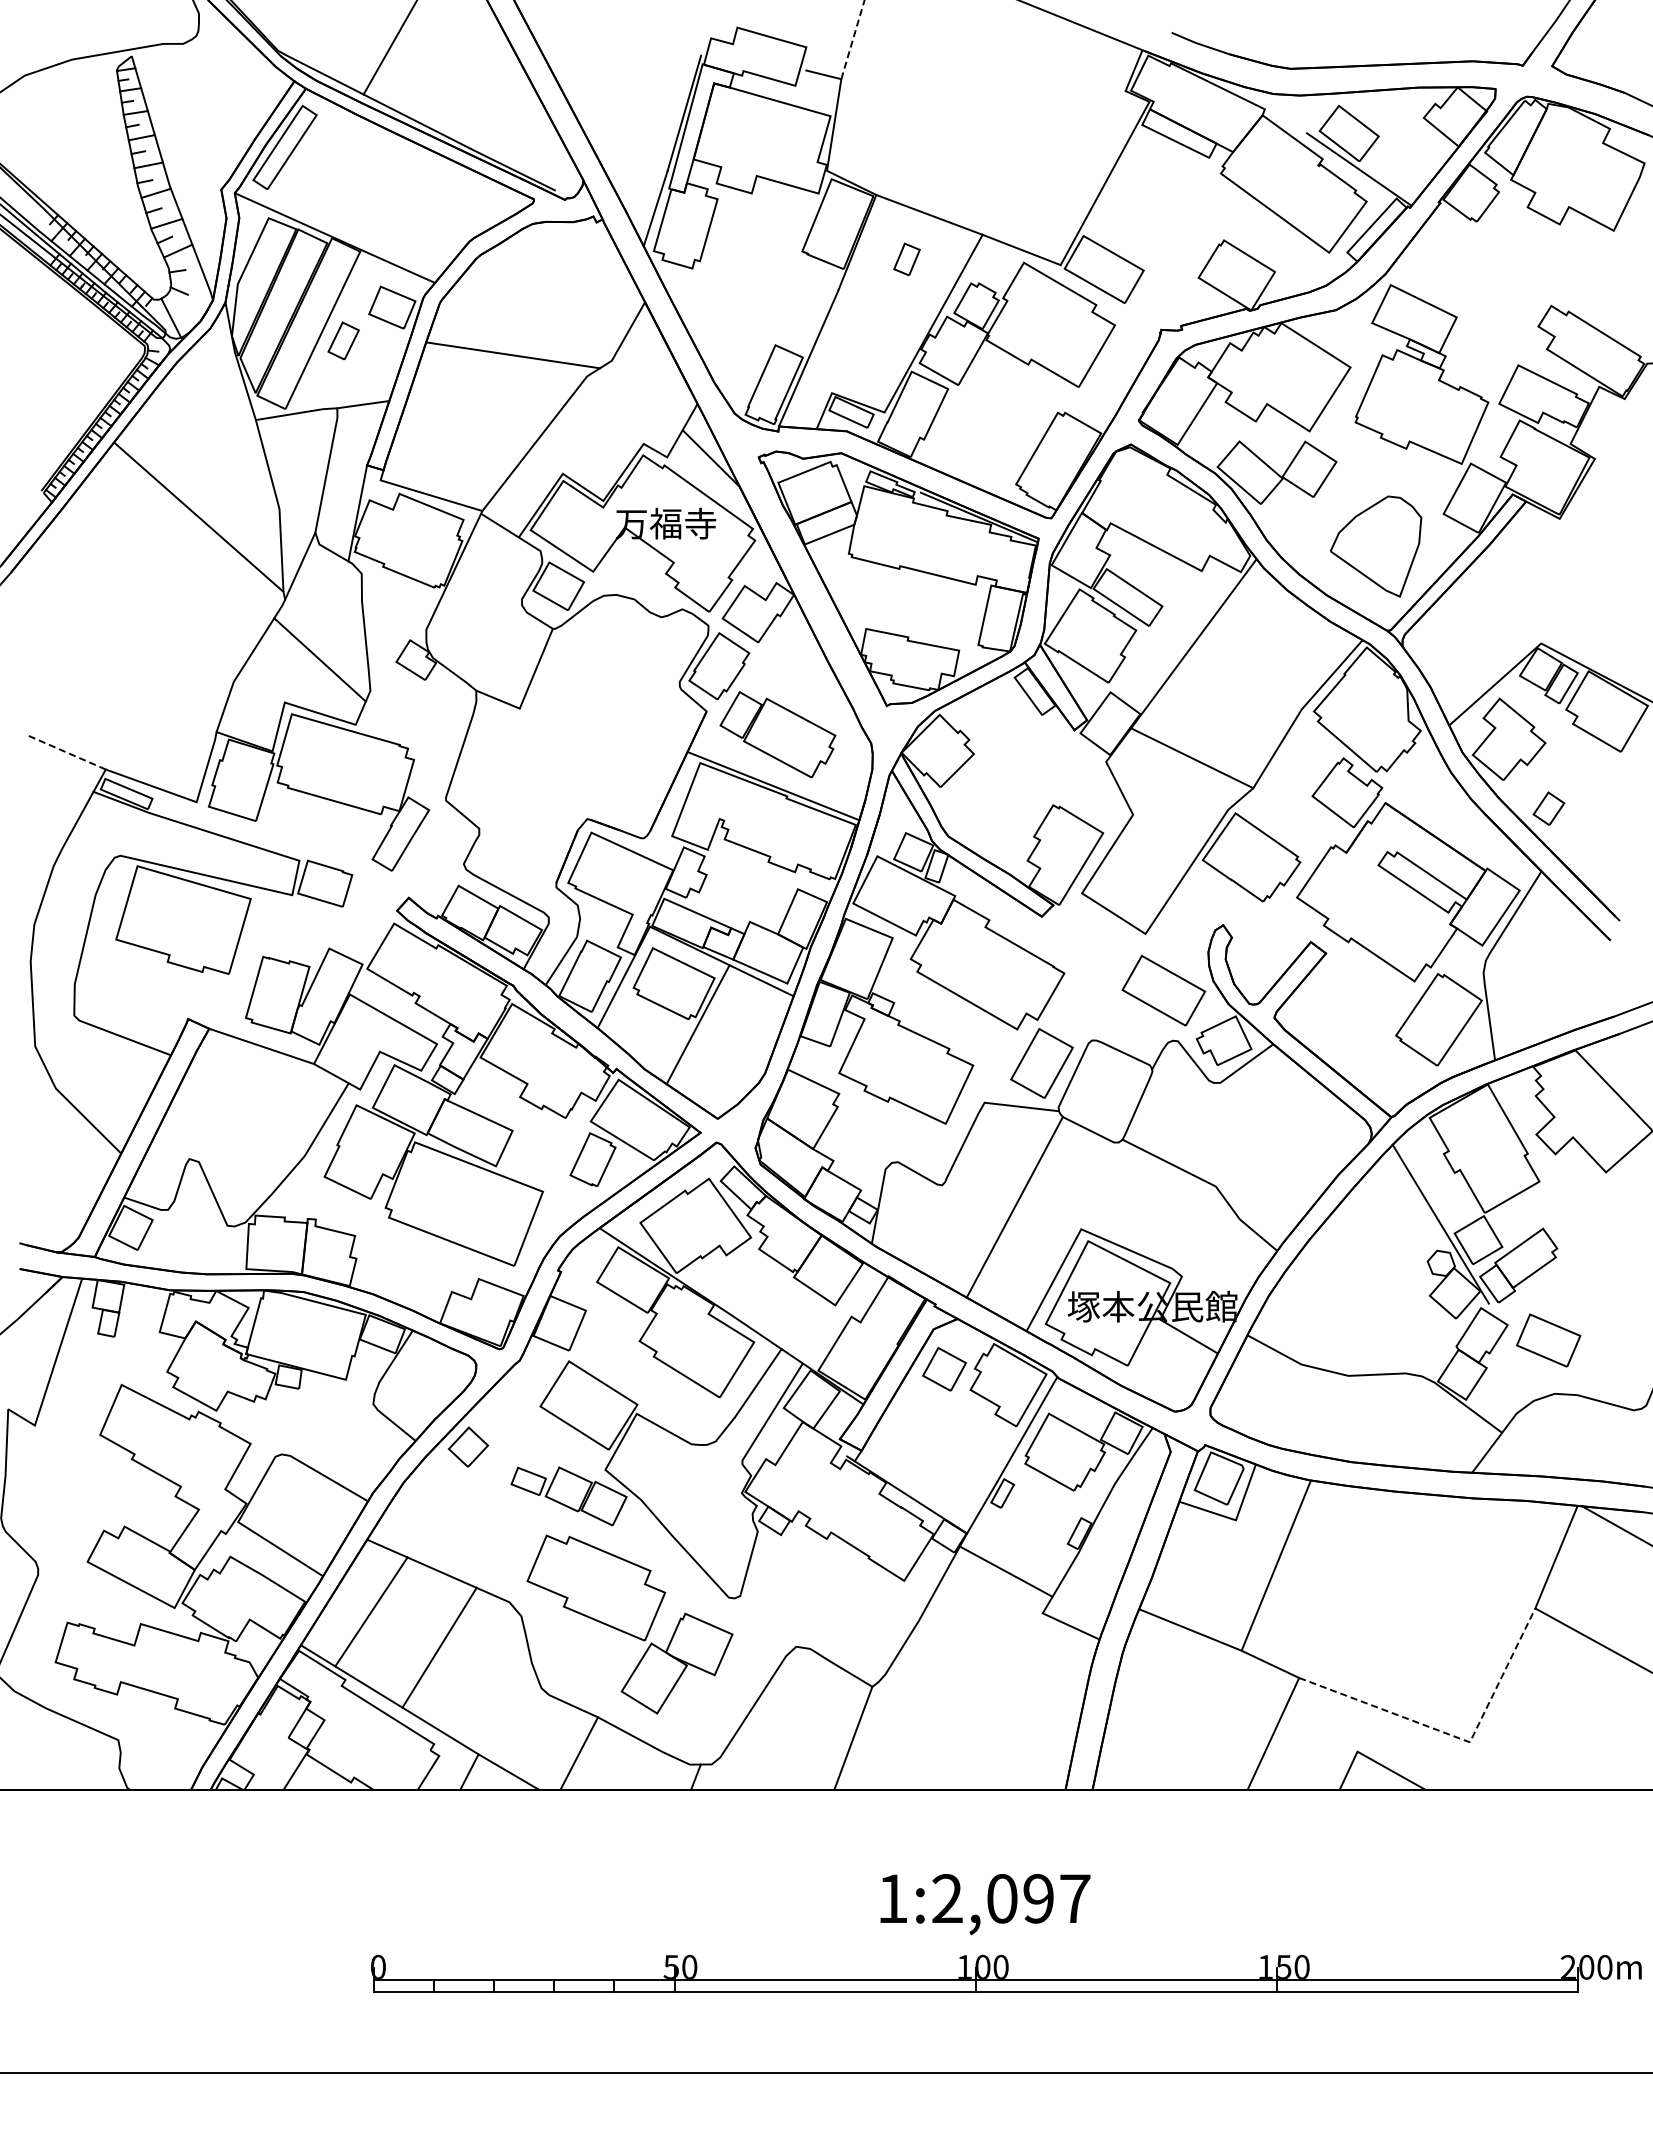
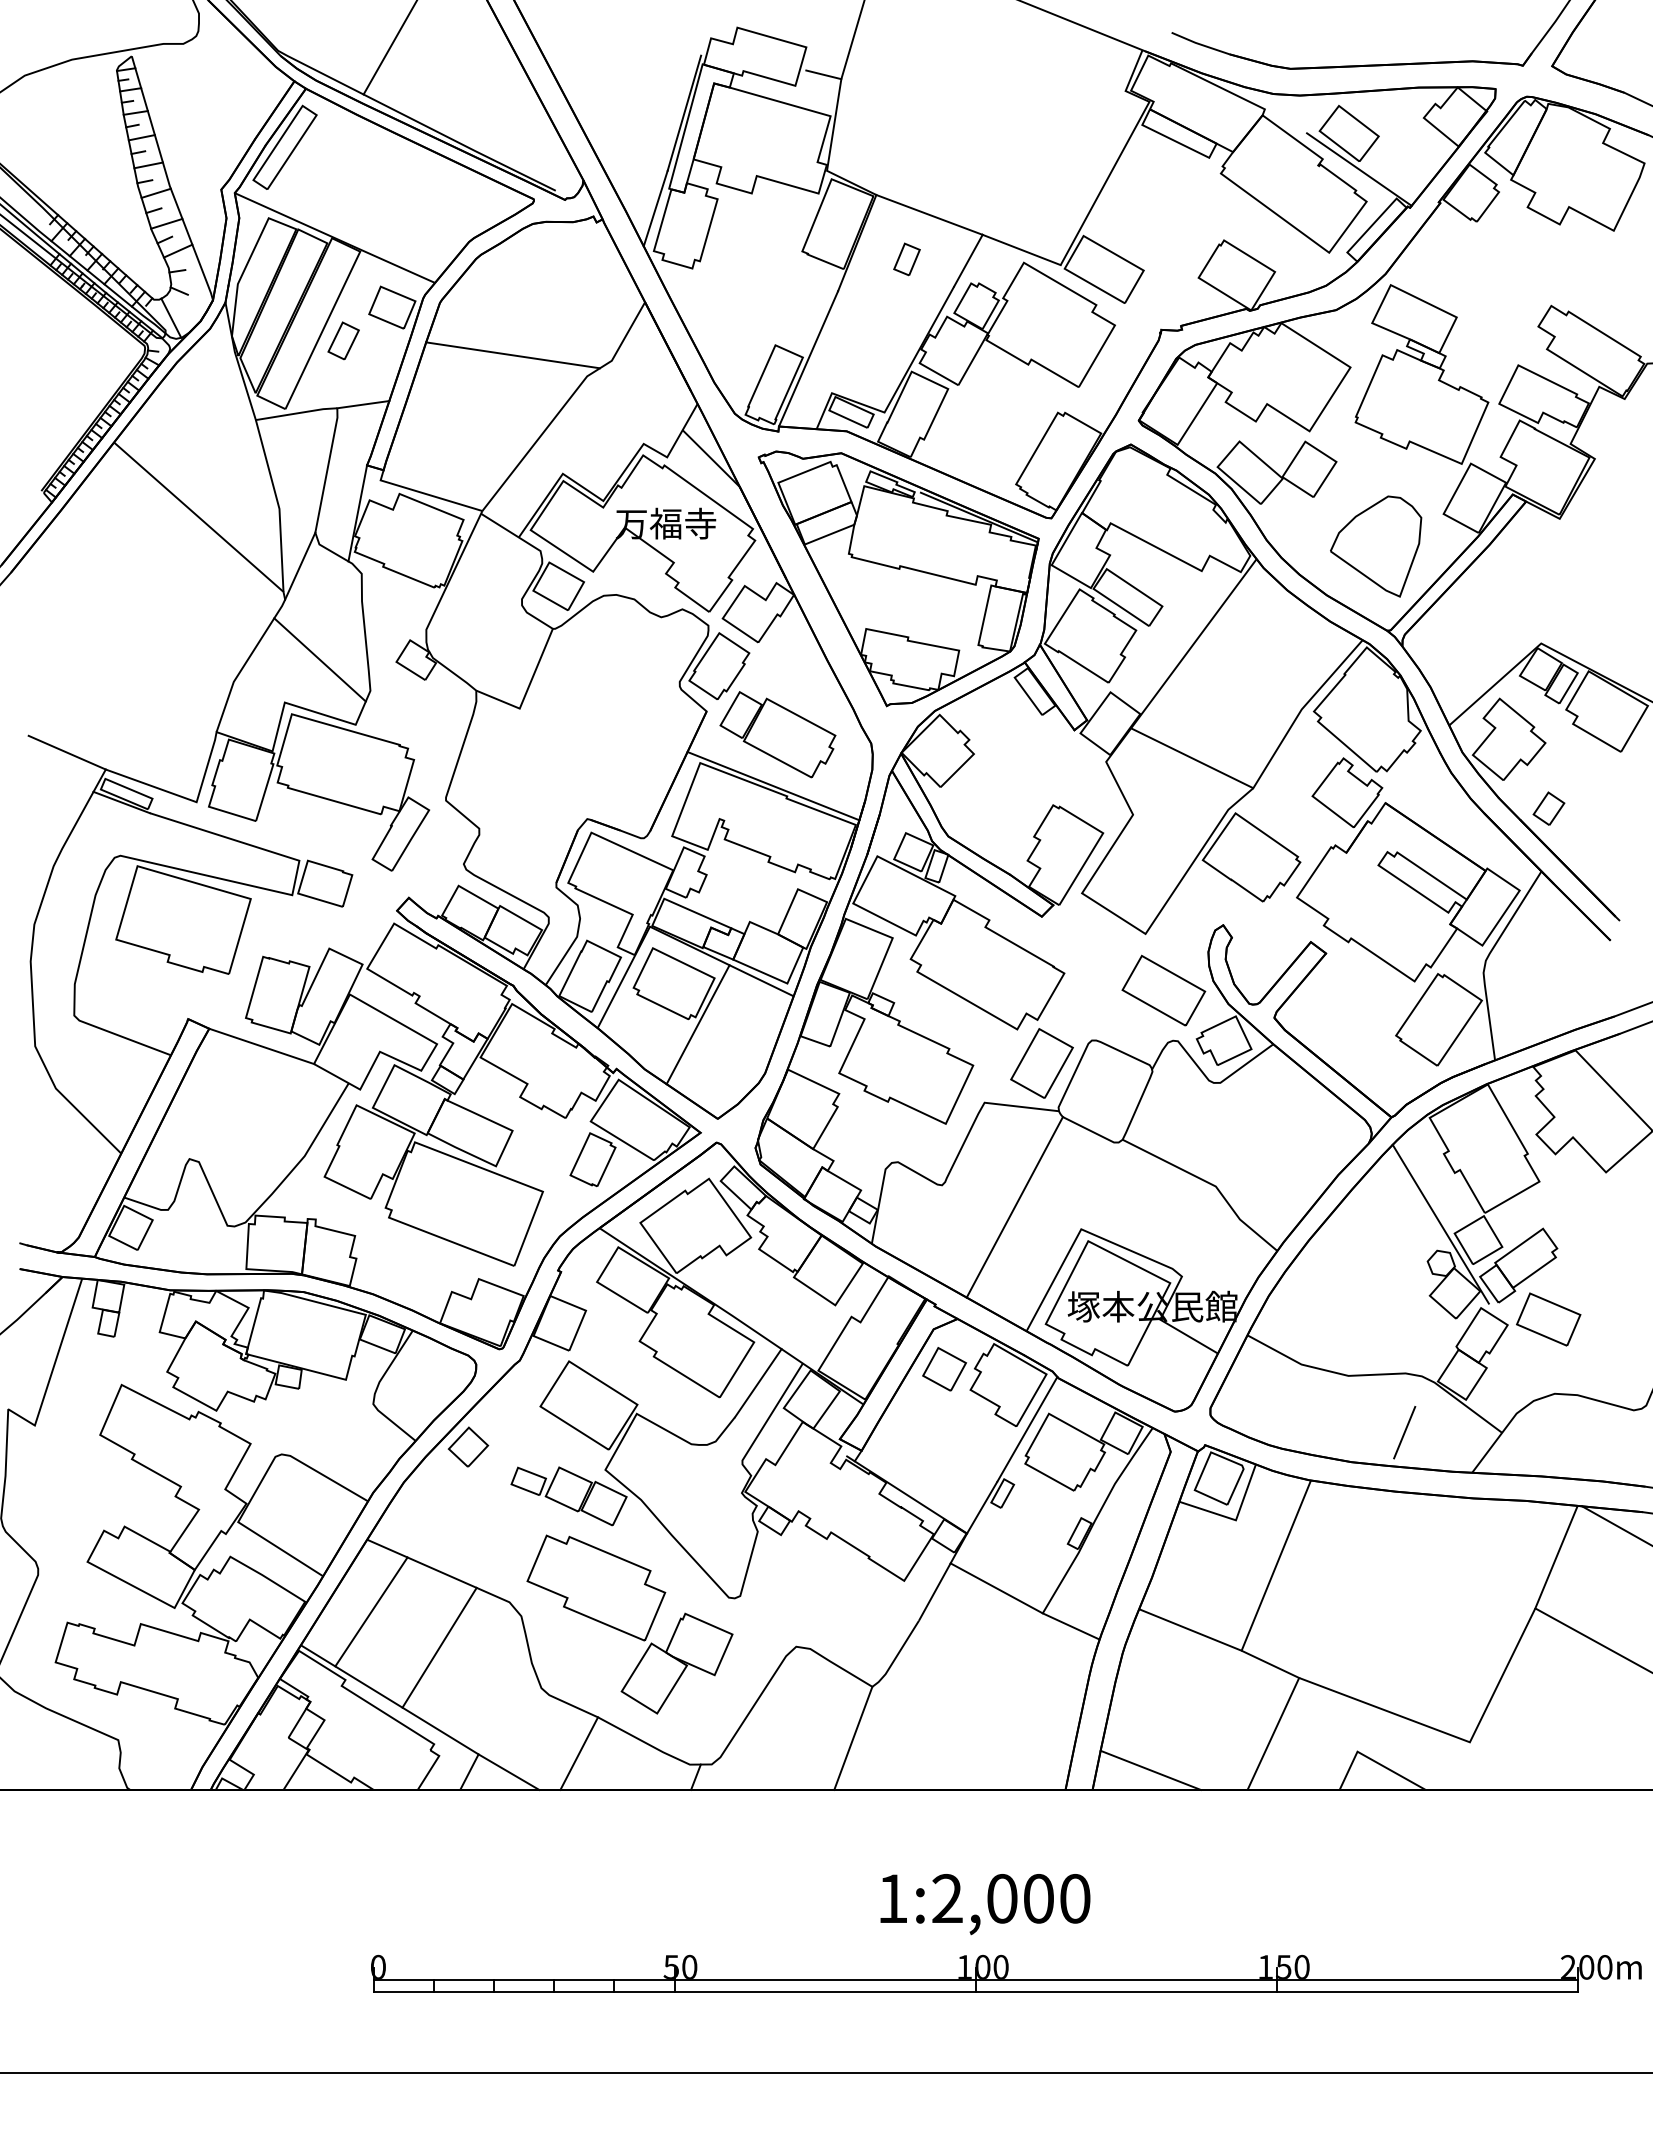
line at (852, 39): dashed -> solid
line at (66, 752): dashed -> solid
part at (1548, 1340) position: (1548, 1340) -> (1548, 1319)
line at (1404, 1432): none -> present
line at (1005, 1571) position: (1005, 1571) -> (996, 1588)
line at (1454, 1736): dashed -> solid
line at (1150, 1769): none -> present
text at (1056, 1898): 1:2,097 -> 1:2,000
